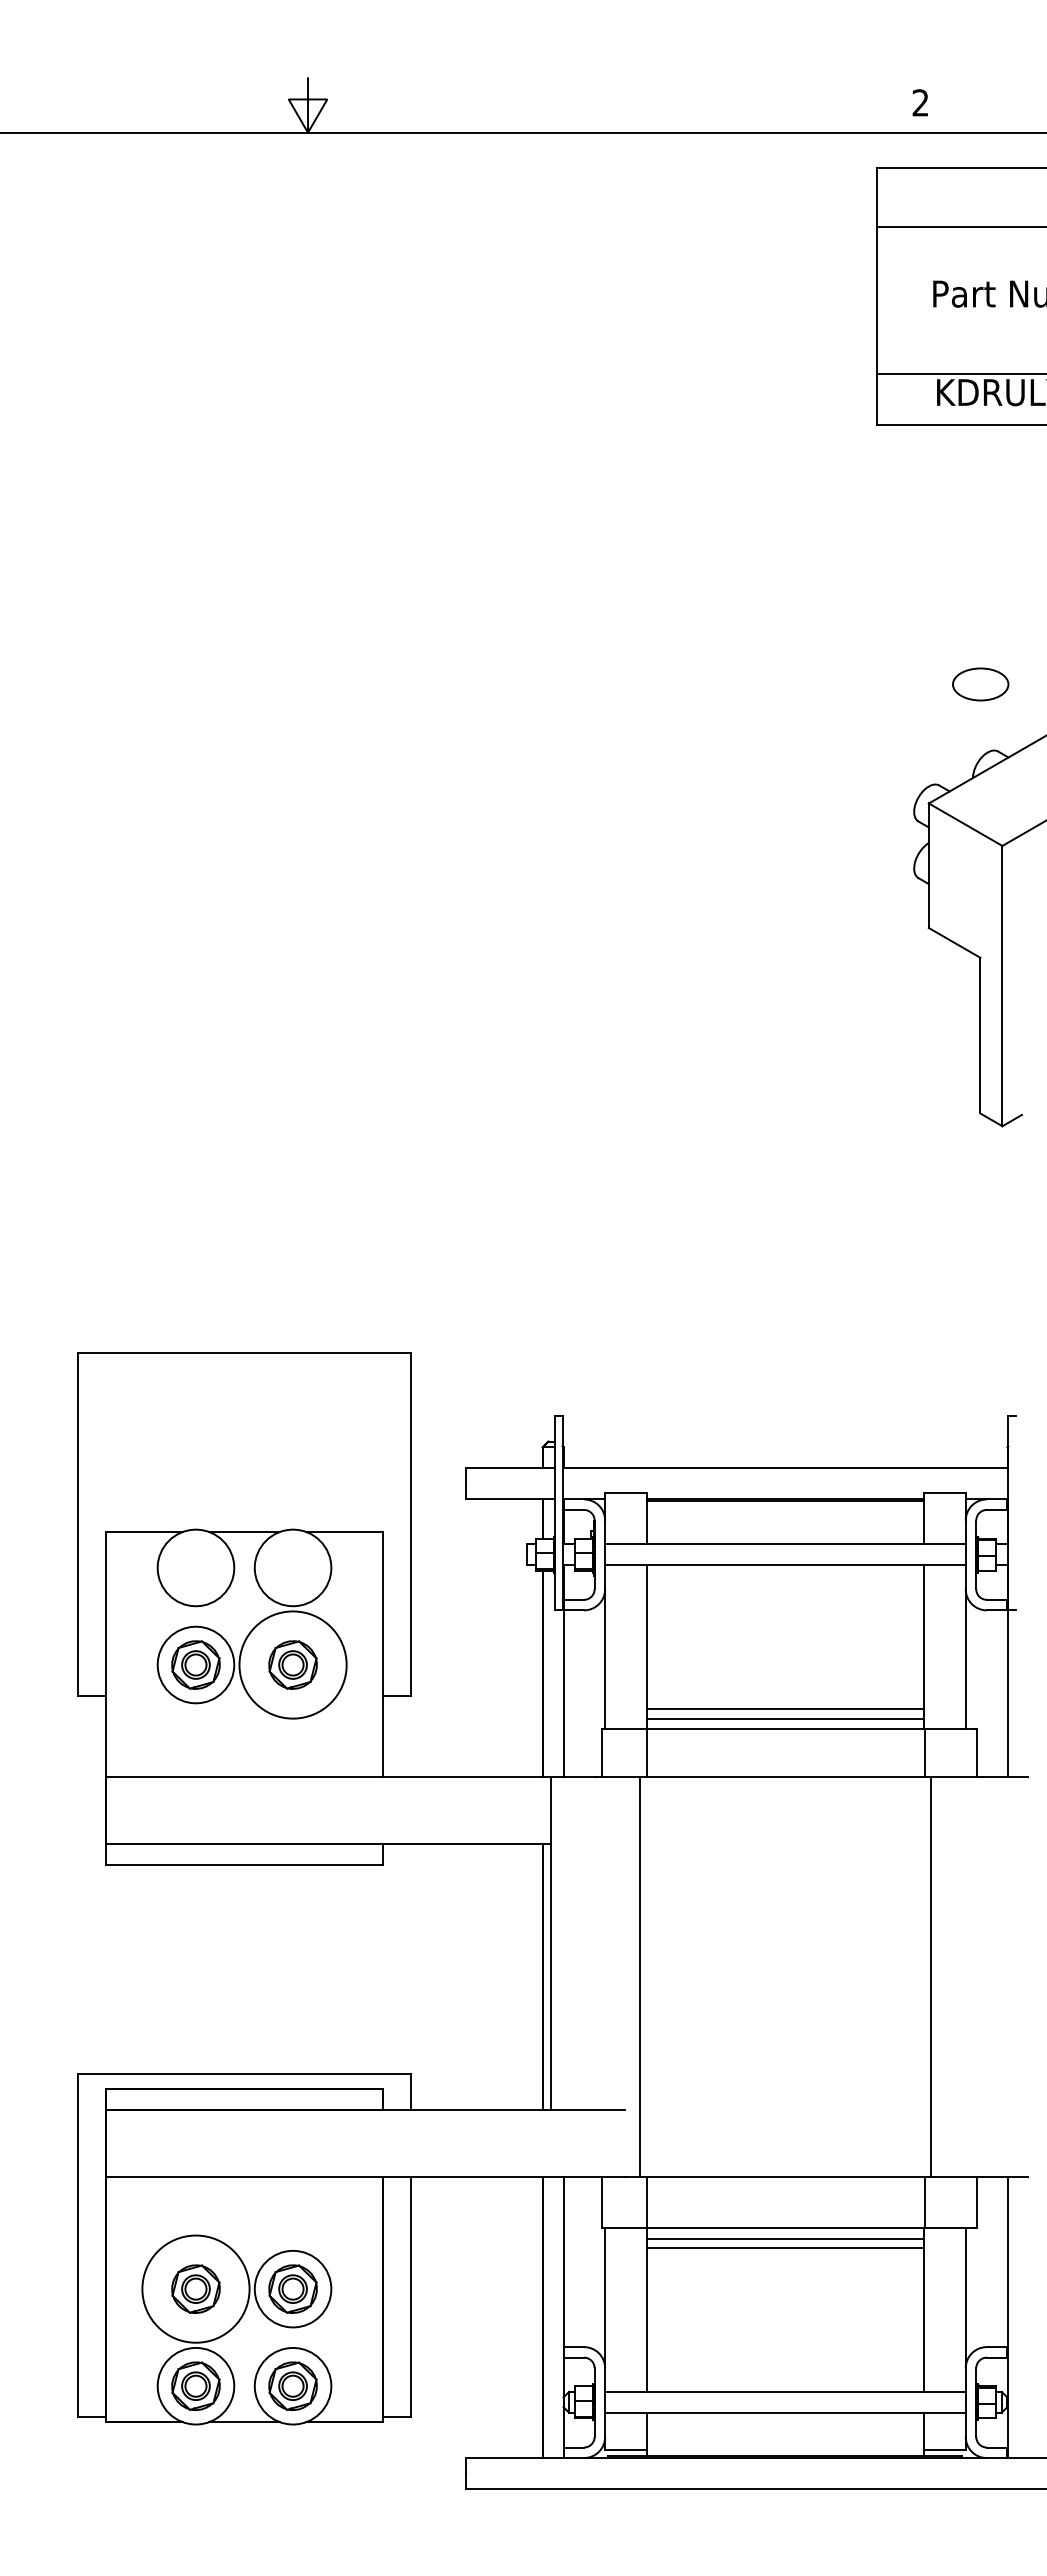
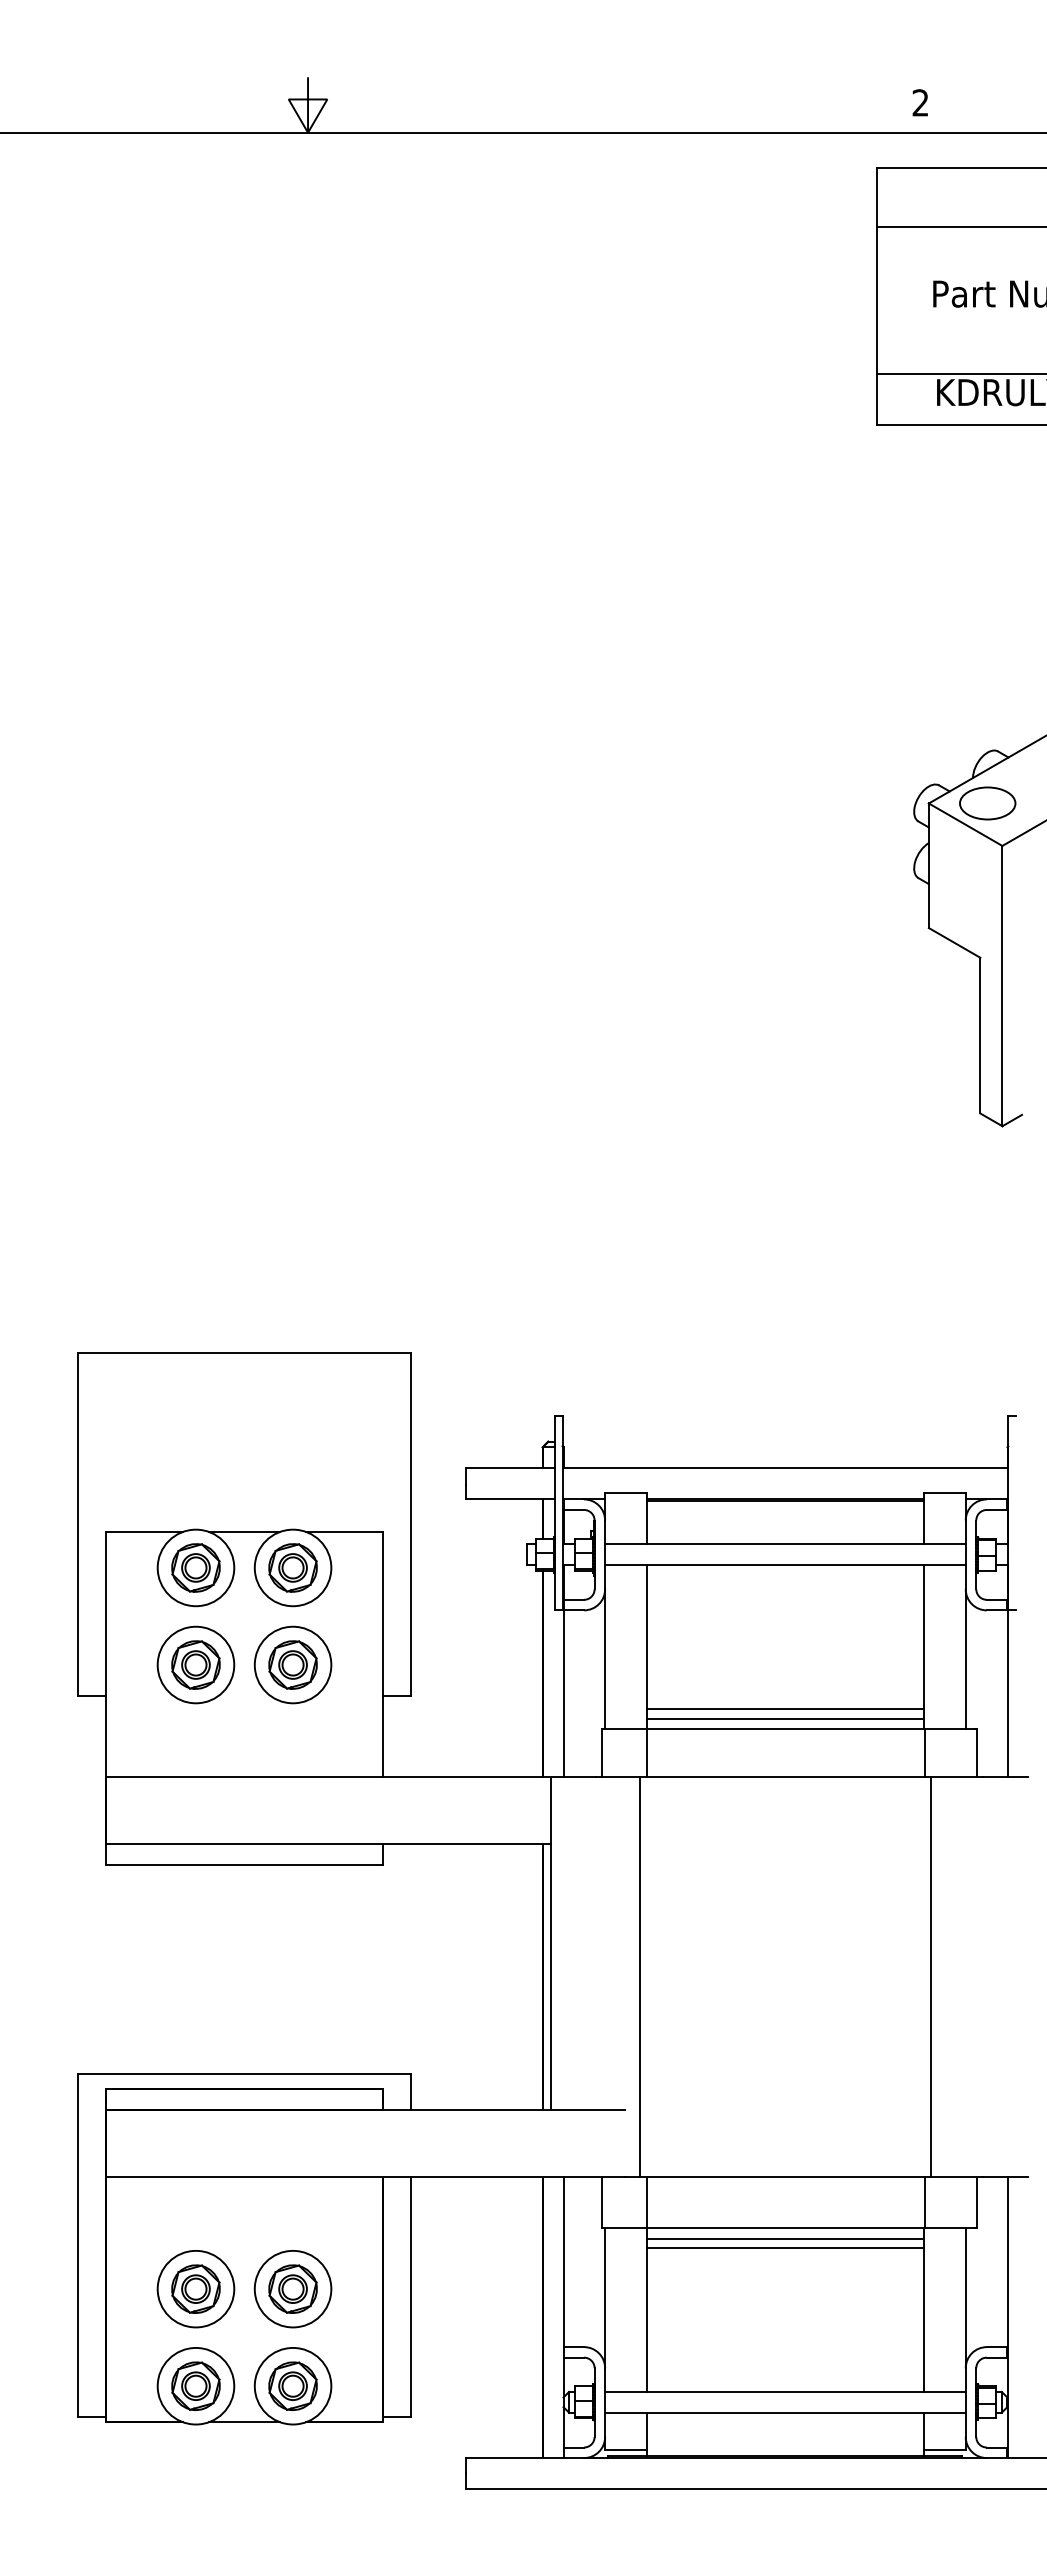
part at (980, 684) position: (980, 684) -> (987, 803)
part at (195, 1567): none -> present
part at (292, 1567): none -> present
circle at (292, 1664) diameter: 107 px -> 77 px
circle at (195, 2288) diameter: 107 px -> 77 px
